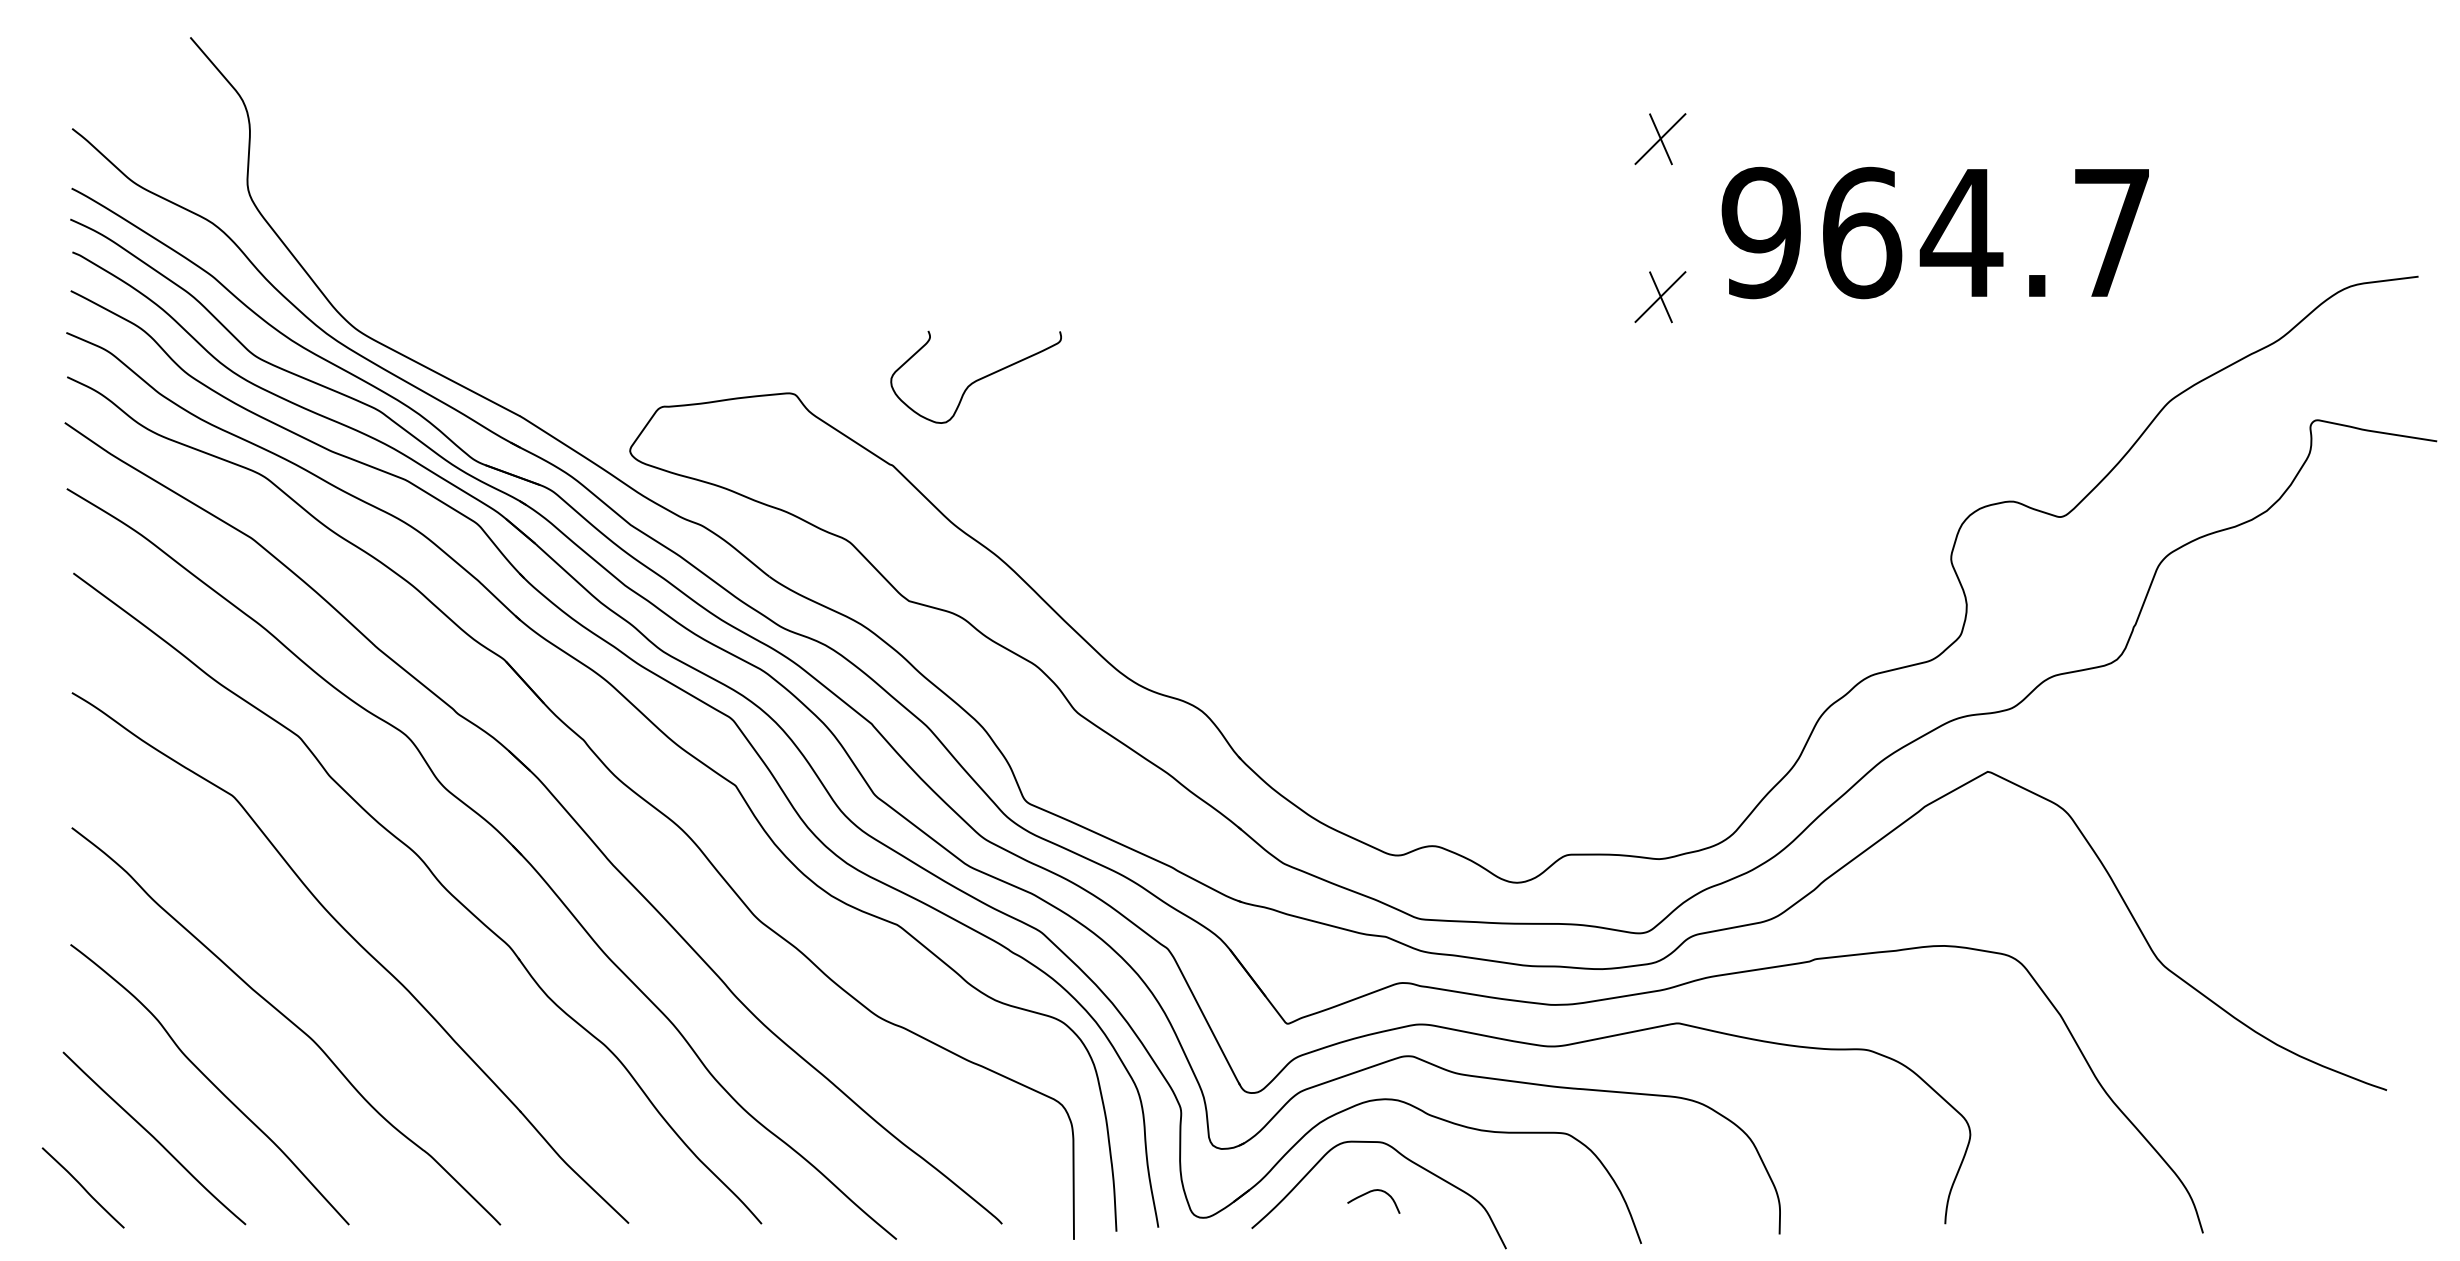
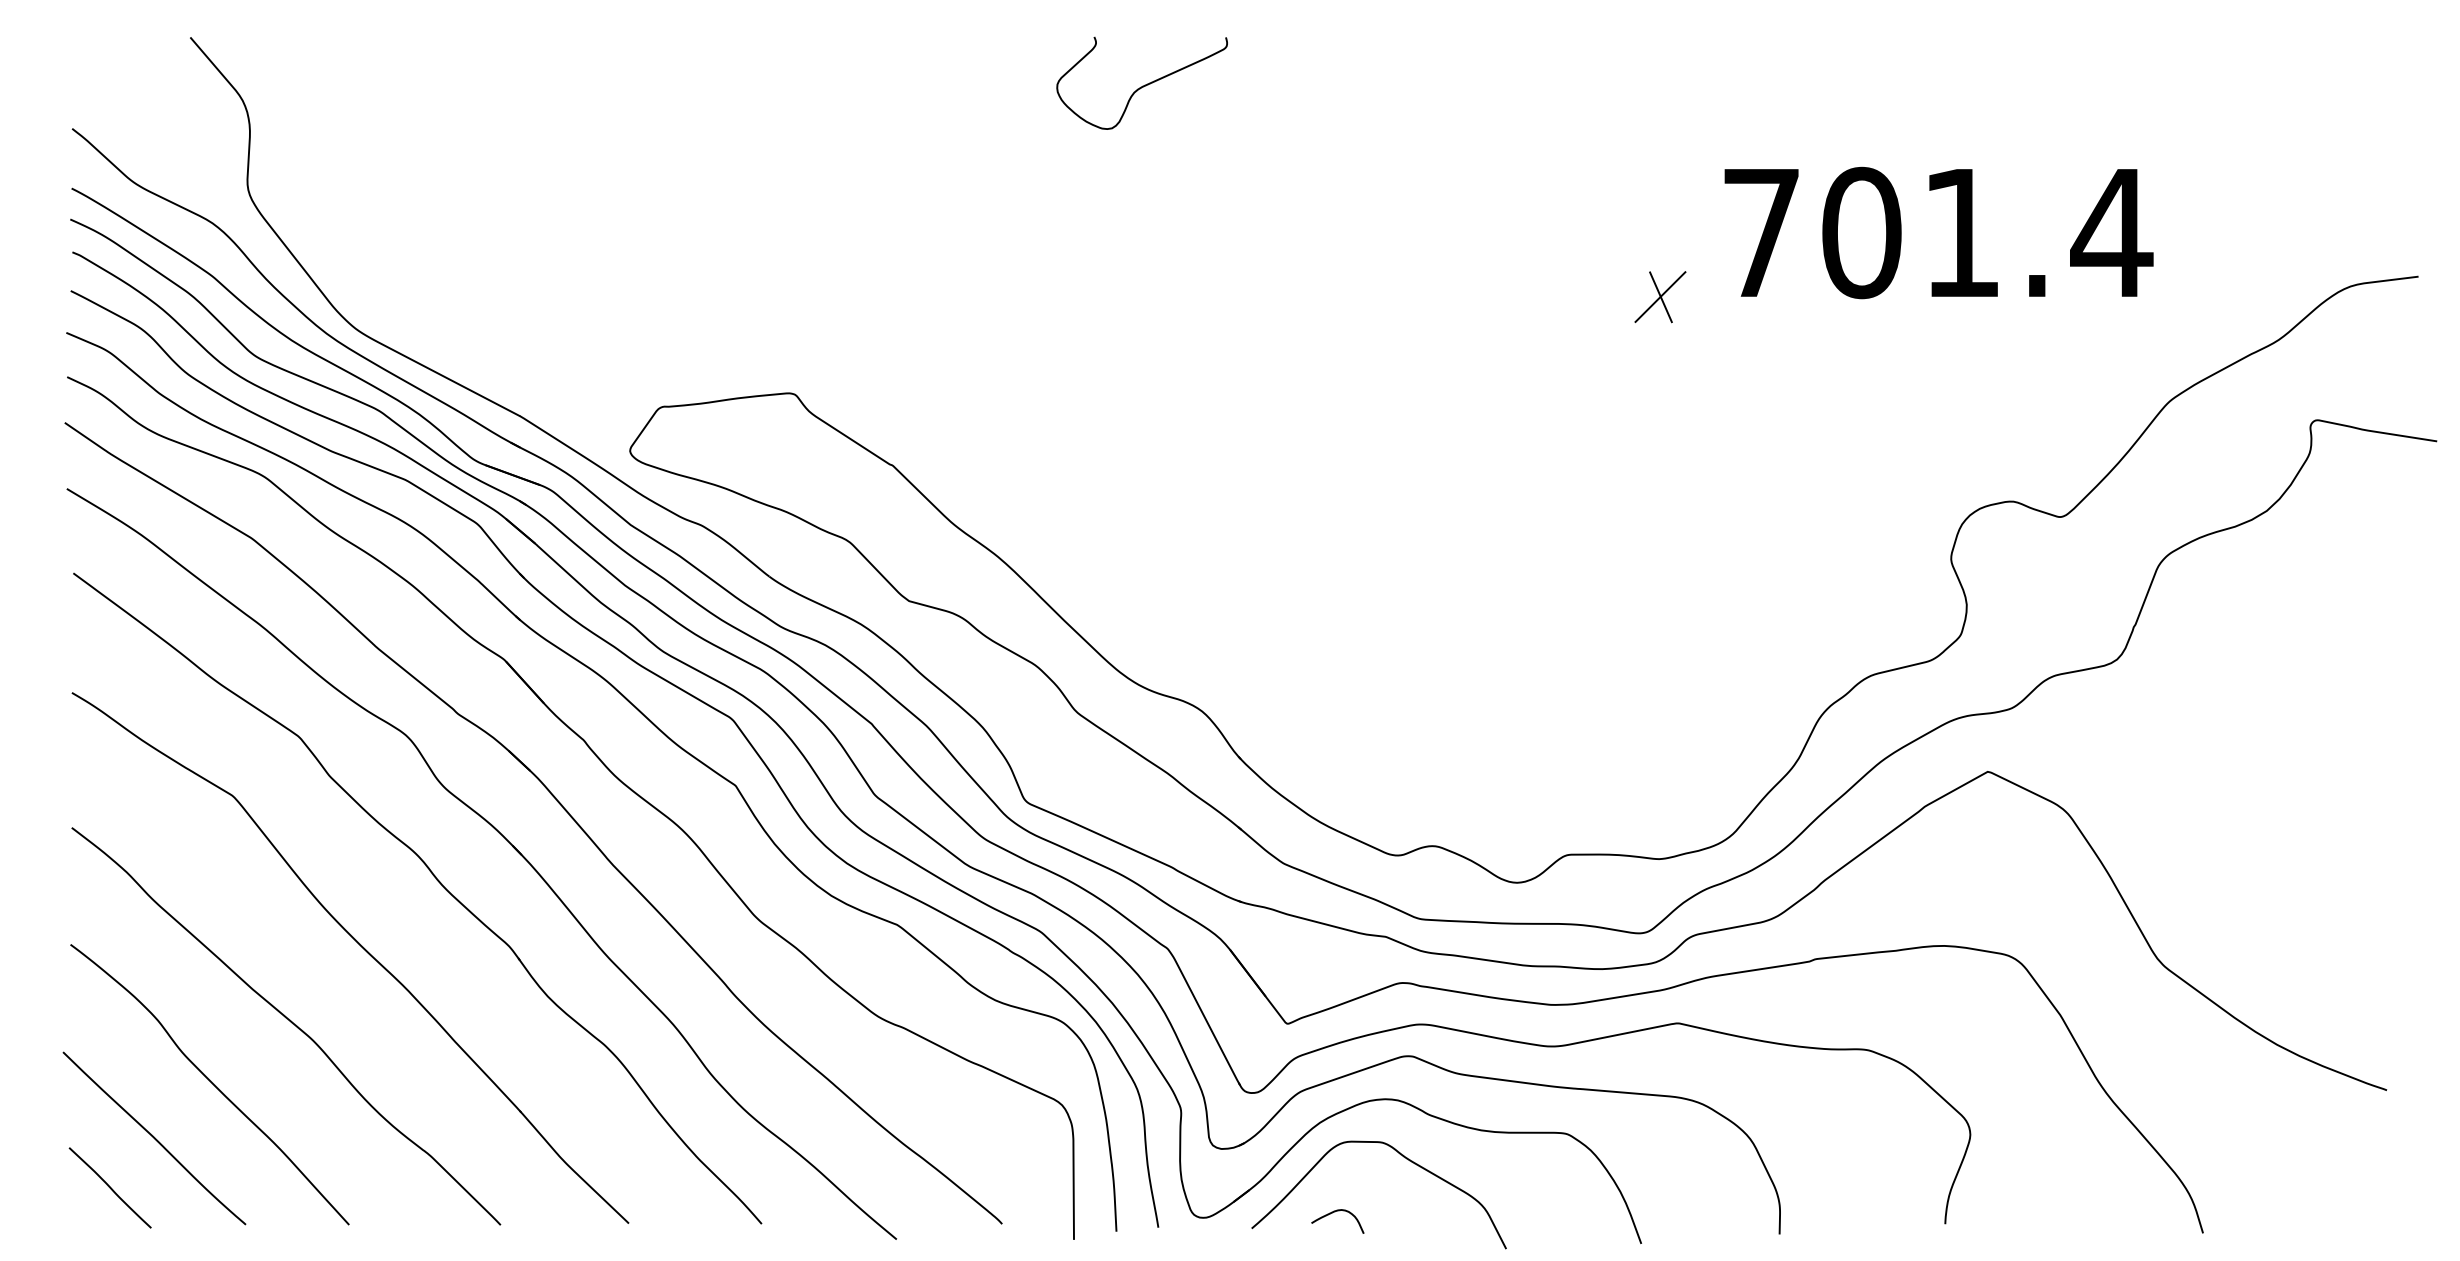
part at (1660, 139): present -> none
text at (1937, 232): 964.7 -> 701.4
curve at (976, 379) position: (976, 379) -> (1142, 85)
line at (82, 1187) position: (82, 1187) -> (109, 1187)
curve at (1371, 1192) position: (1371, 1192) -> (1335, 1212)
